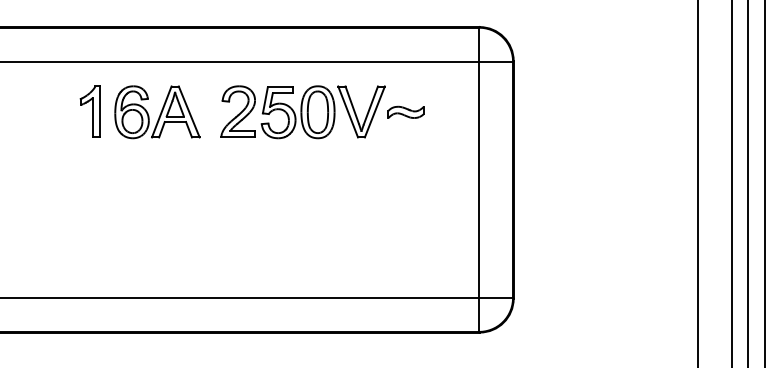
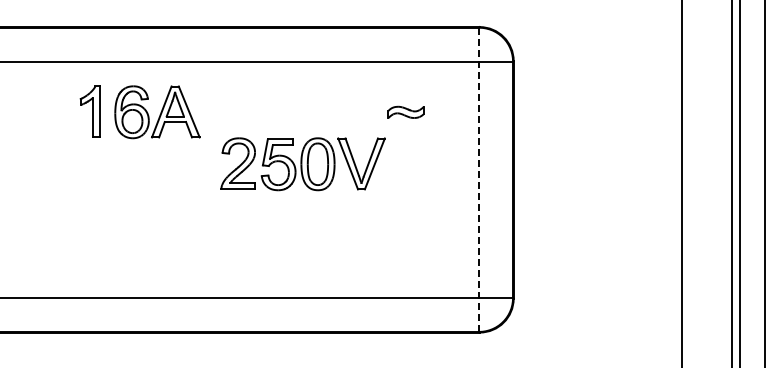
part at (302, 112) position: (302, 112) -> (302, 164)
line at (479, 179): solid -> dashed
line at (698, 183) position: (698, 183) -> (682, 183)
line at (747, 183) position: (747, 183) -> (739, 183)
